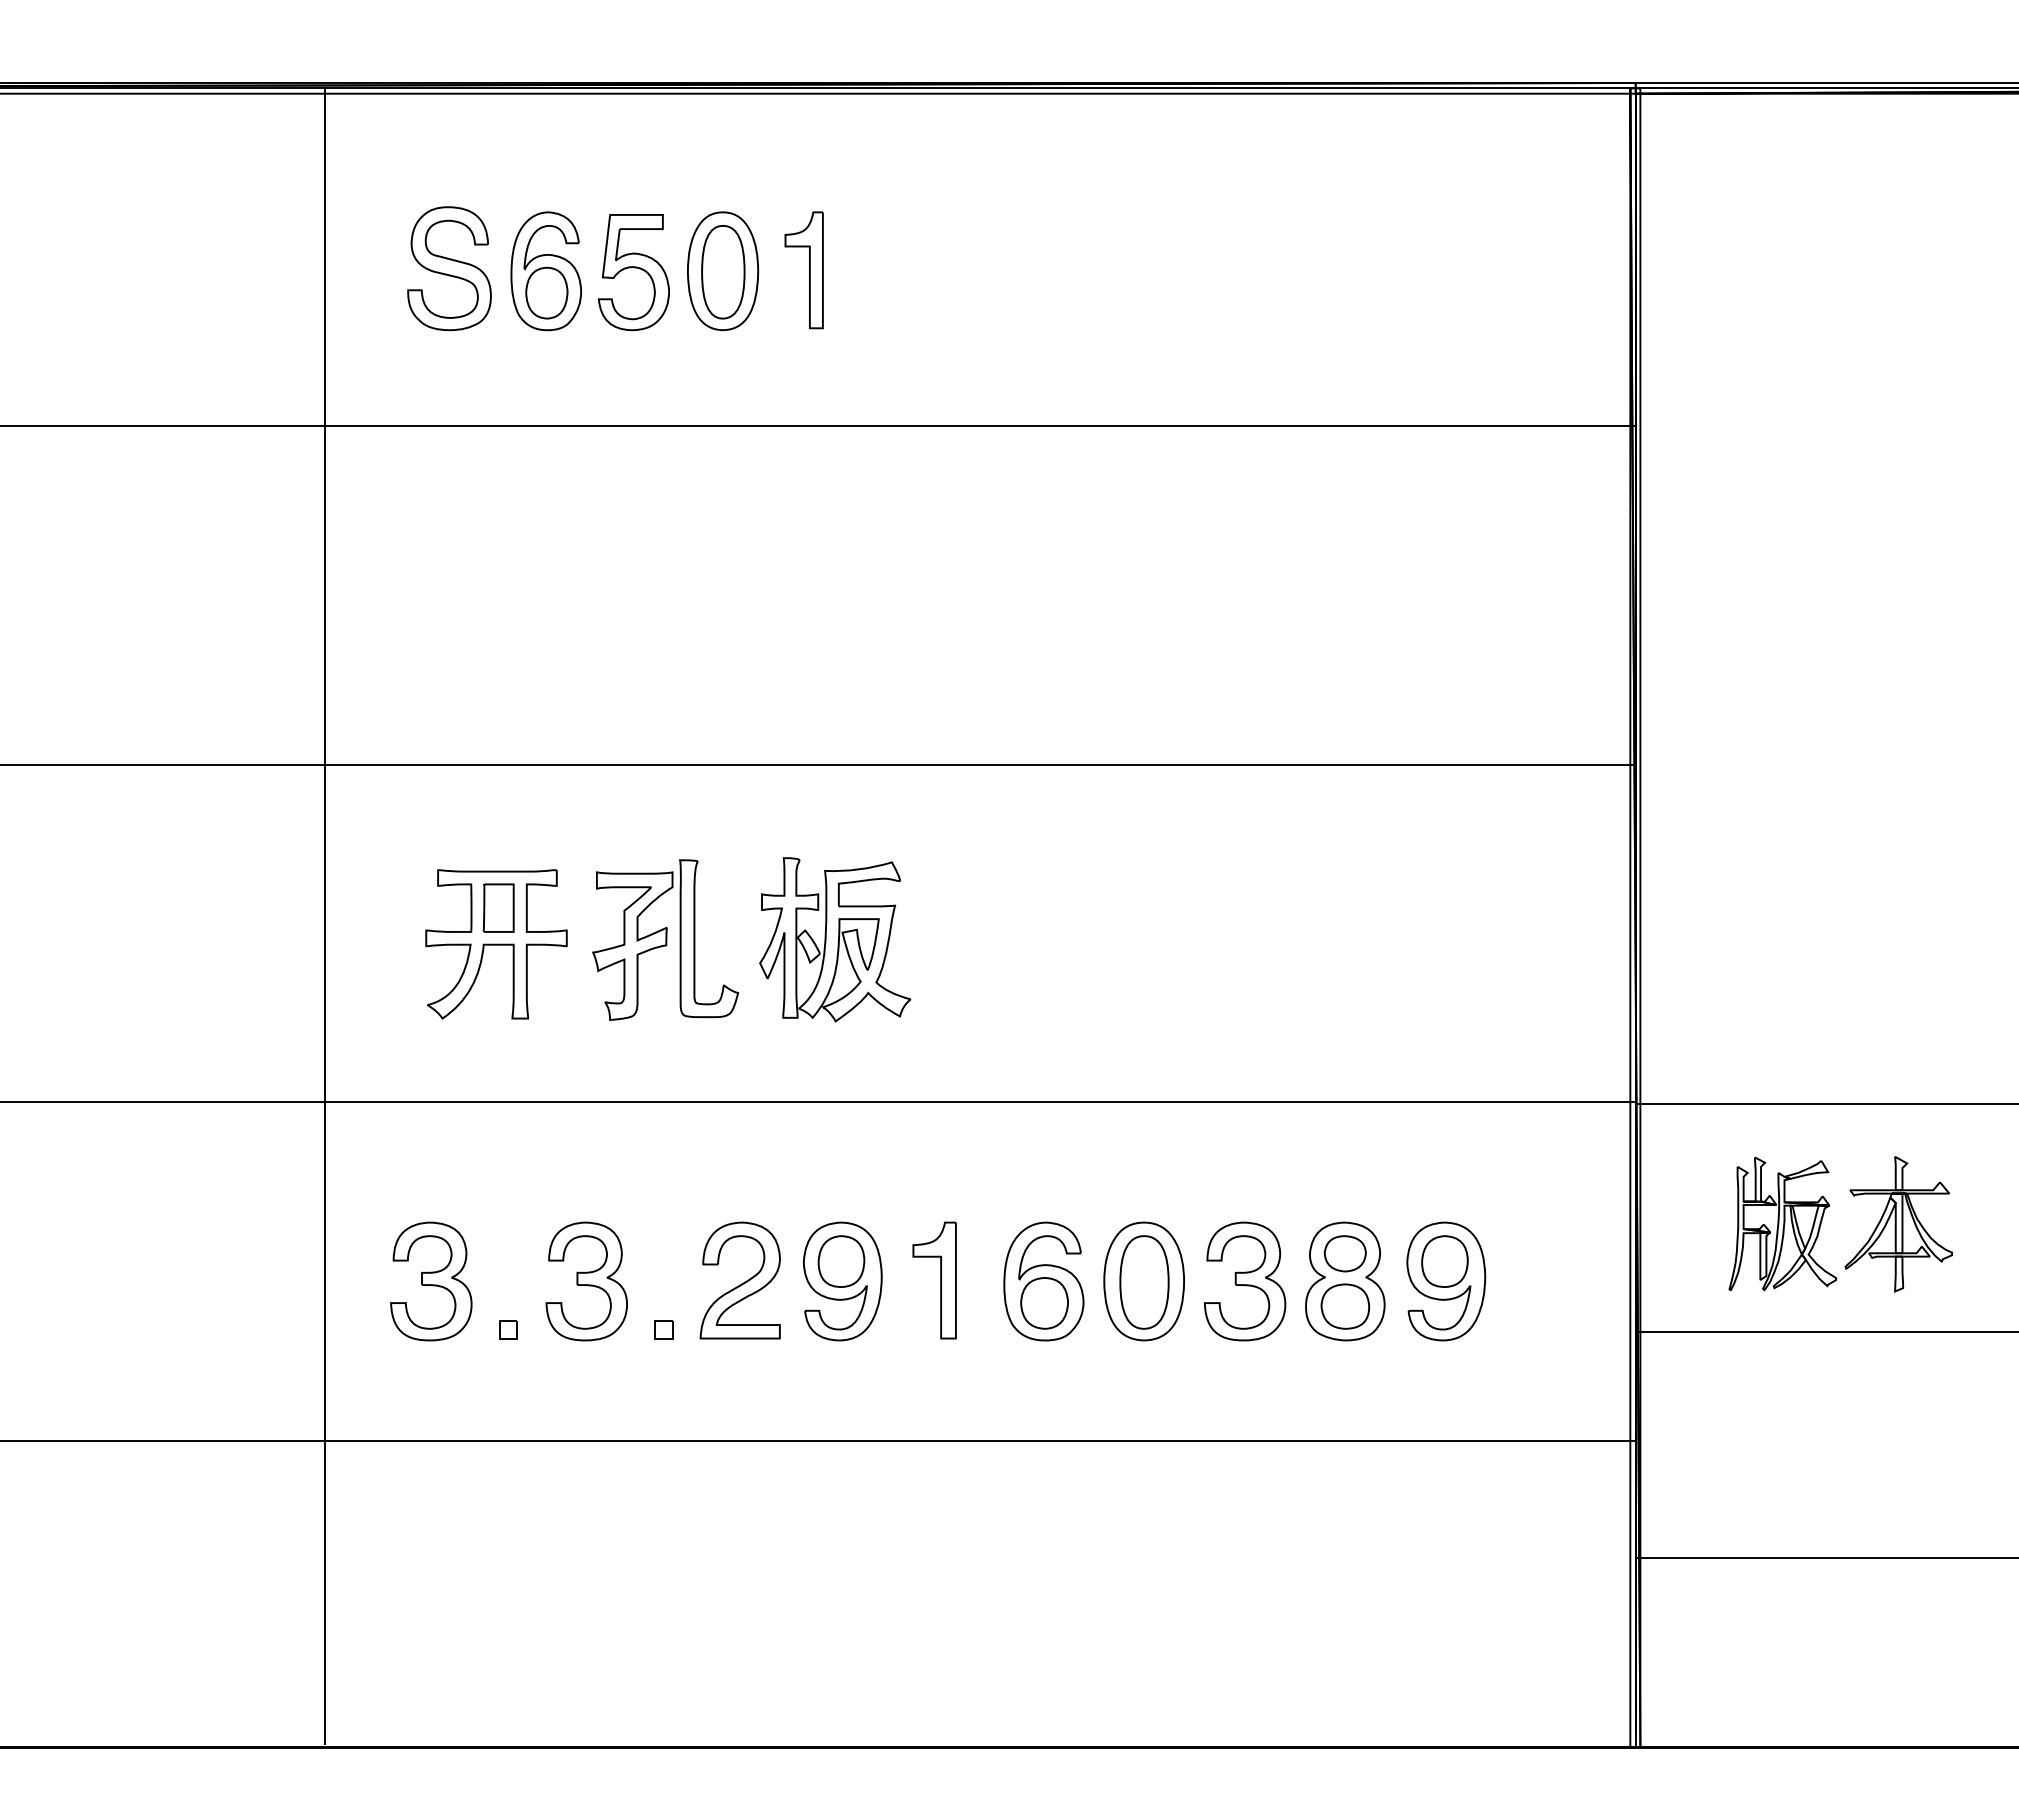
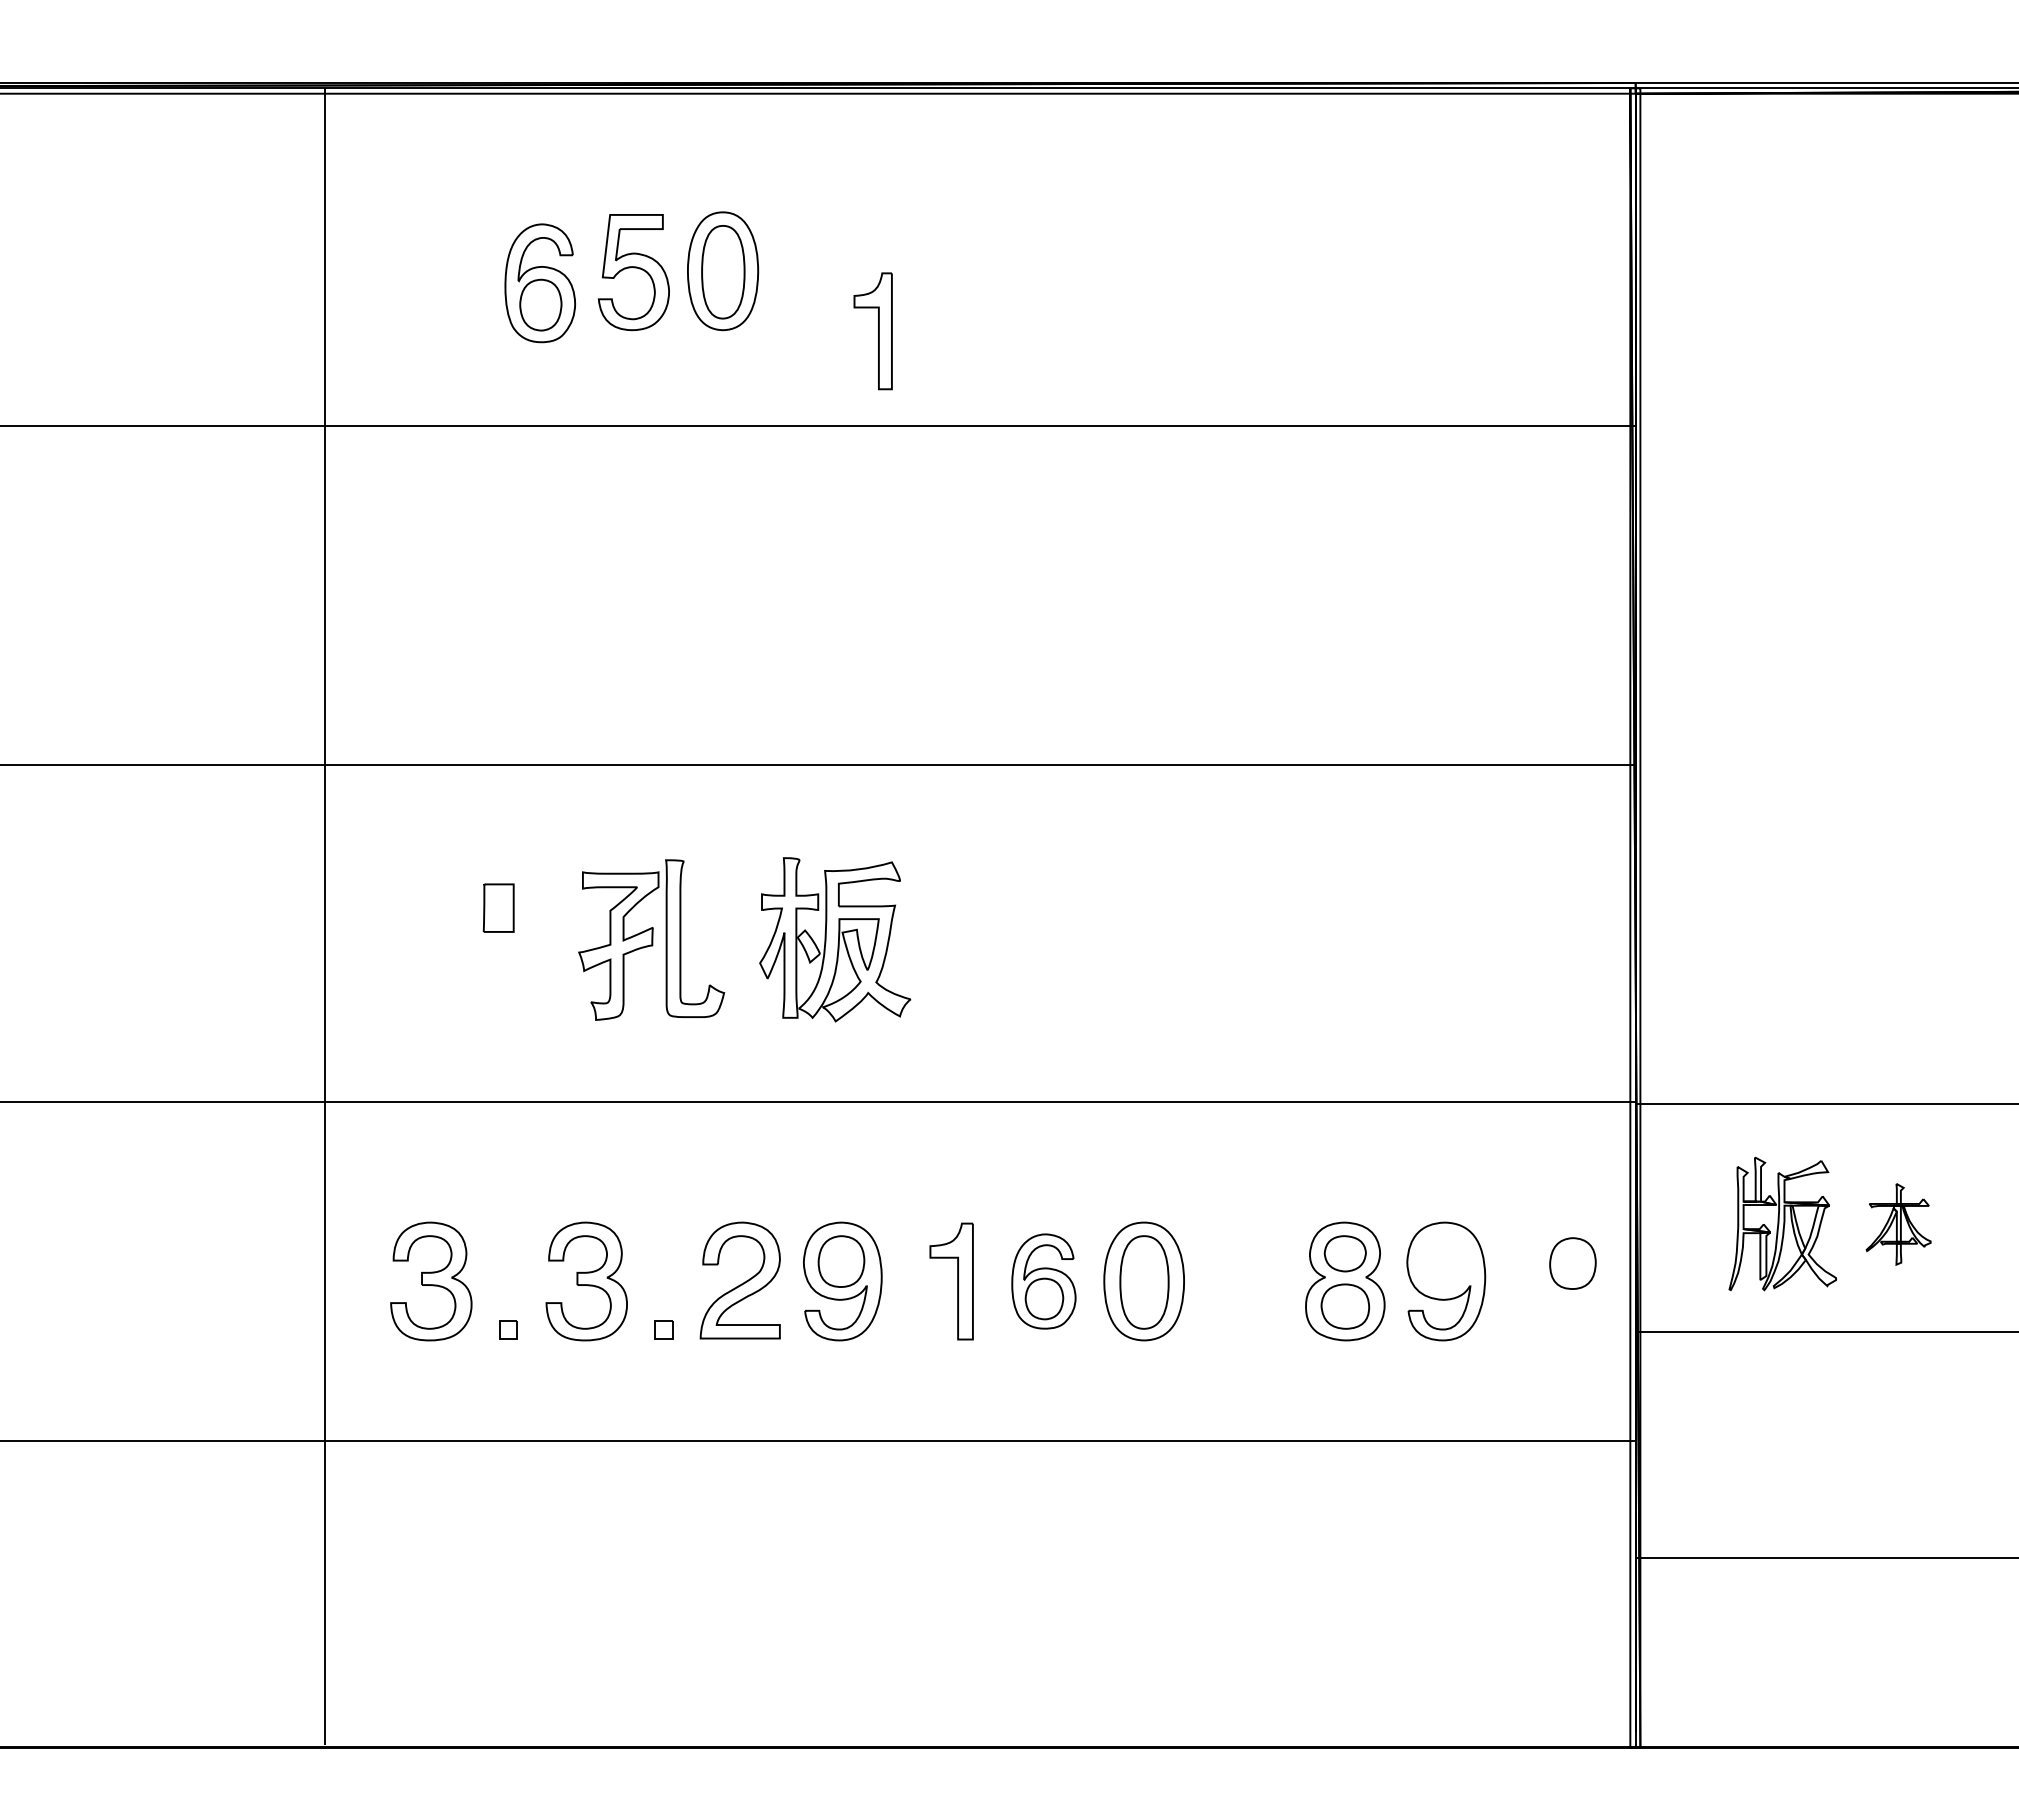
part at (449, 268): present -> none
part at (803, 270) position: (803, 270) -> (872, 331)
part at (545, 271) position: (545, 271) -> (539, 283)
part at (665, 939) position: (665, 939) -> (651, 939)
part at (496, 944): present -> none
part at (1898, 1224) size: 109x137 px -> 67x83 px
part at (1444, 1261) position: (1444, 1261) -> (1572, 1263)
part at (934, 1280) position: (934, 1280) -> (951, 1281)
part at (1043, 1281) size: 82x121 px -> 66x97 px
part at (1245, 1281): present -> none
